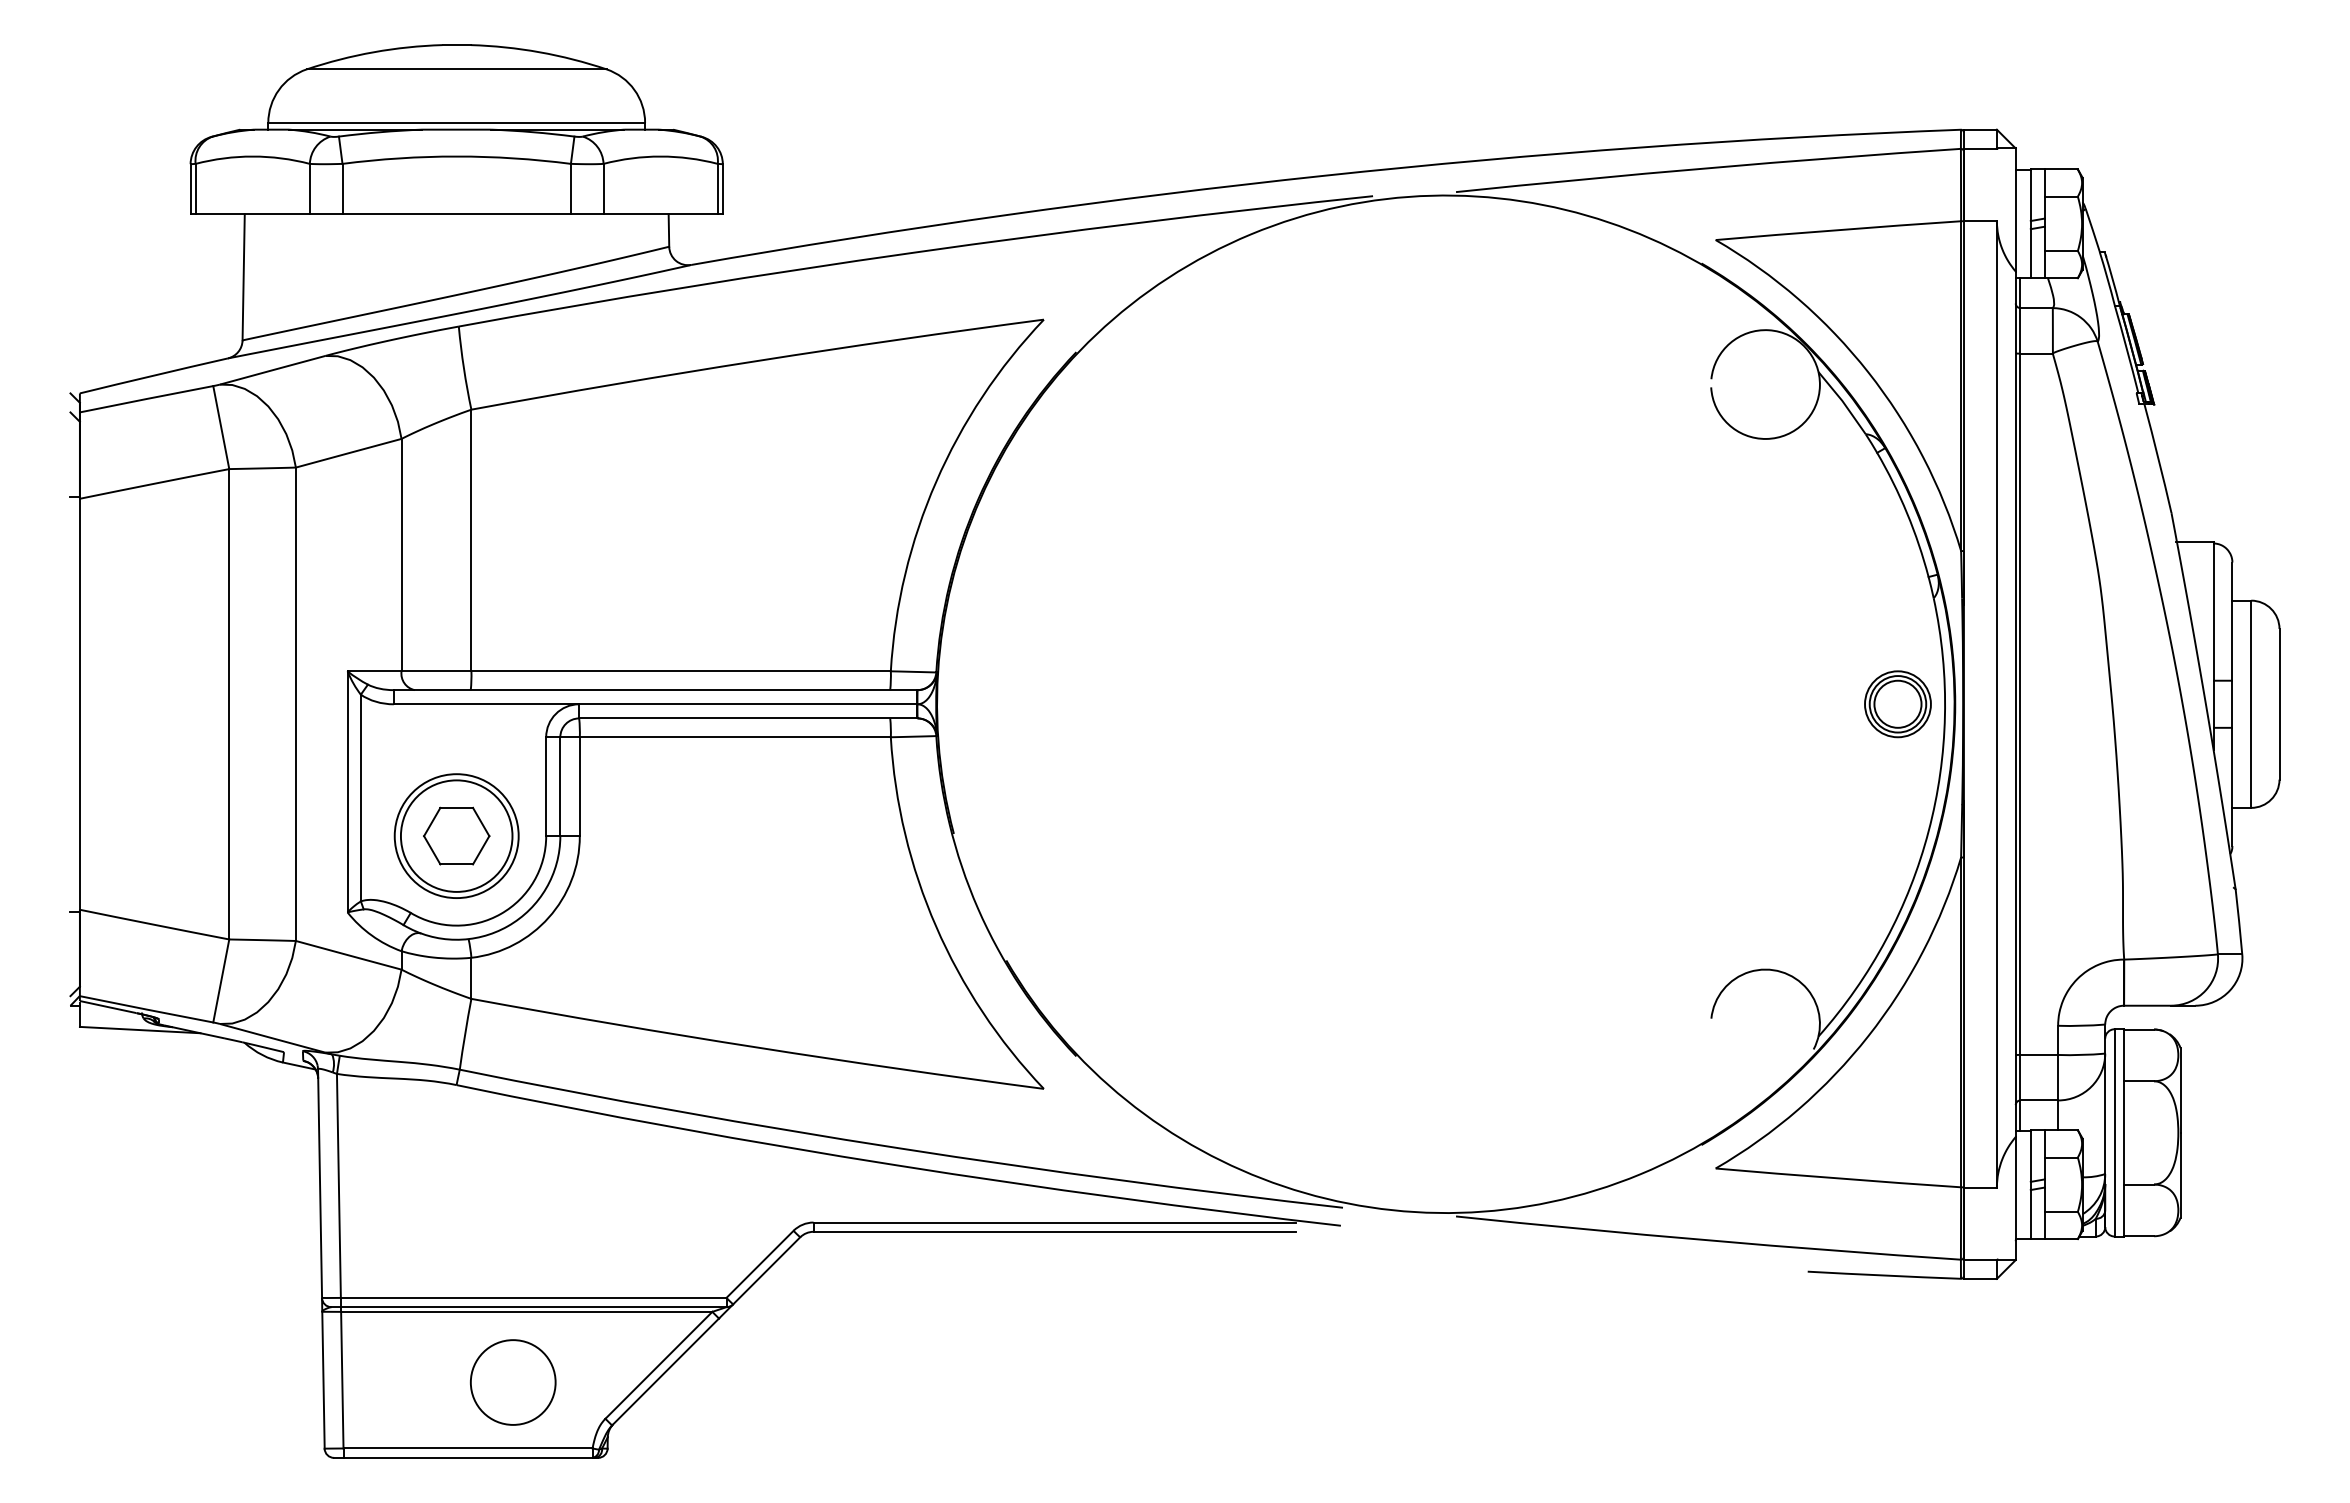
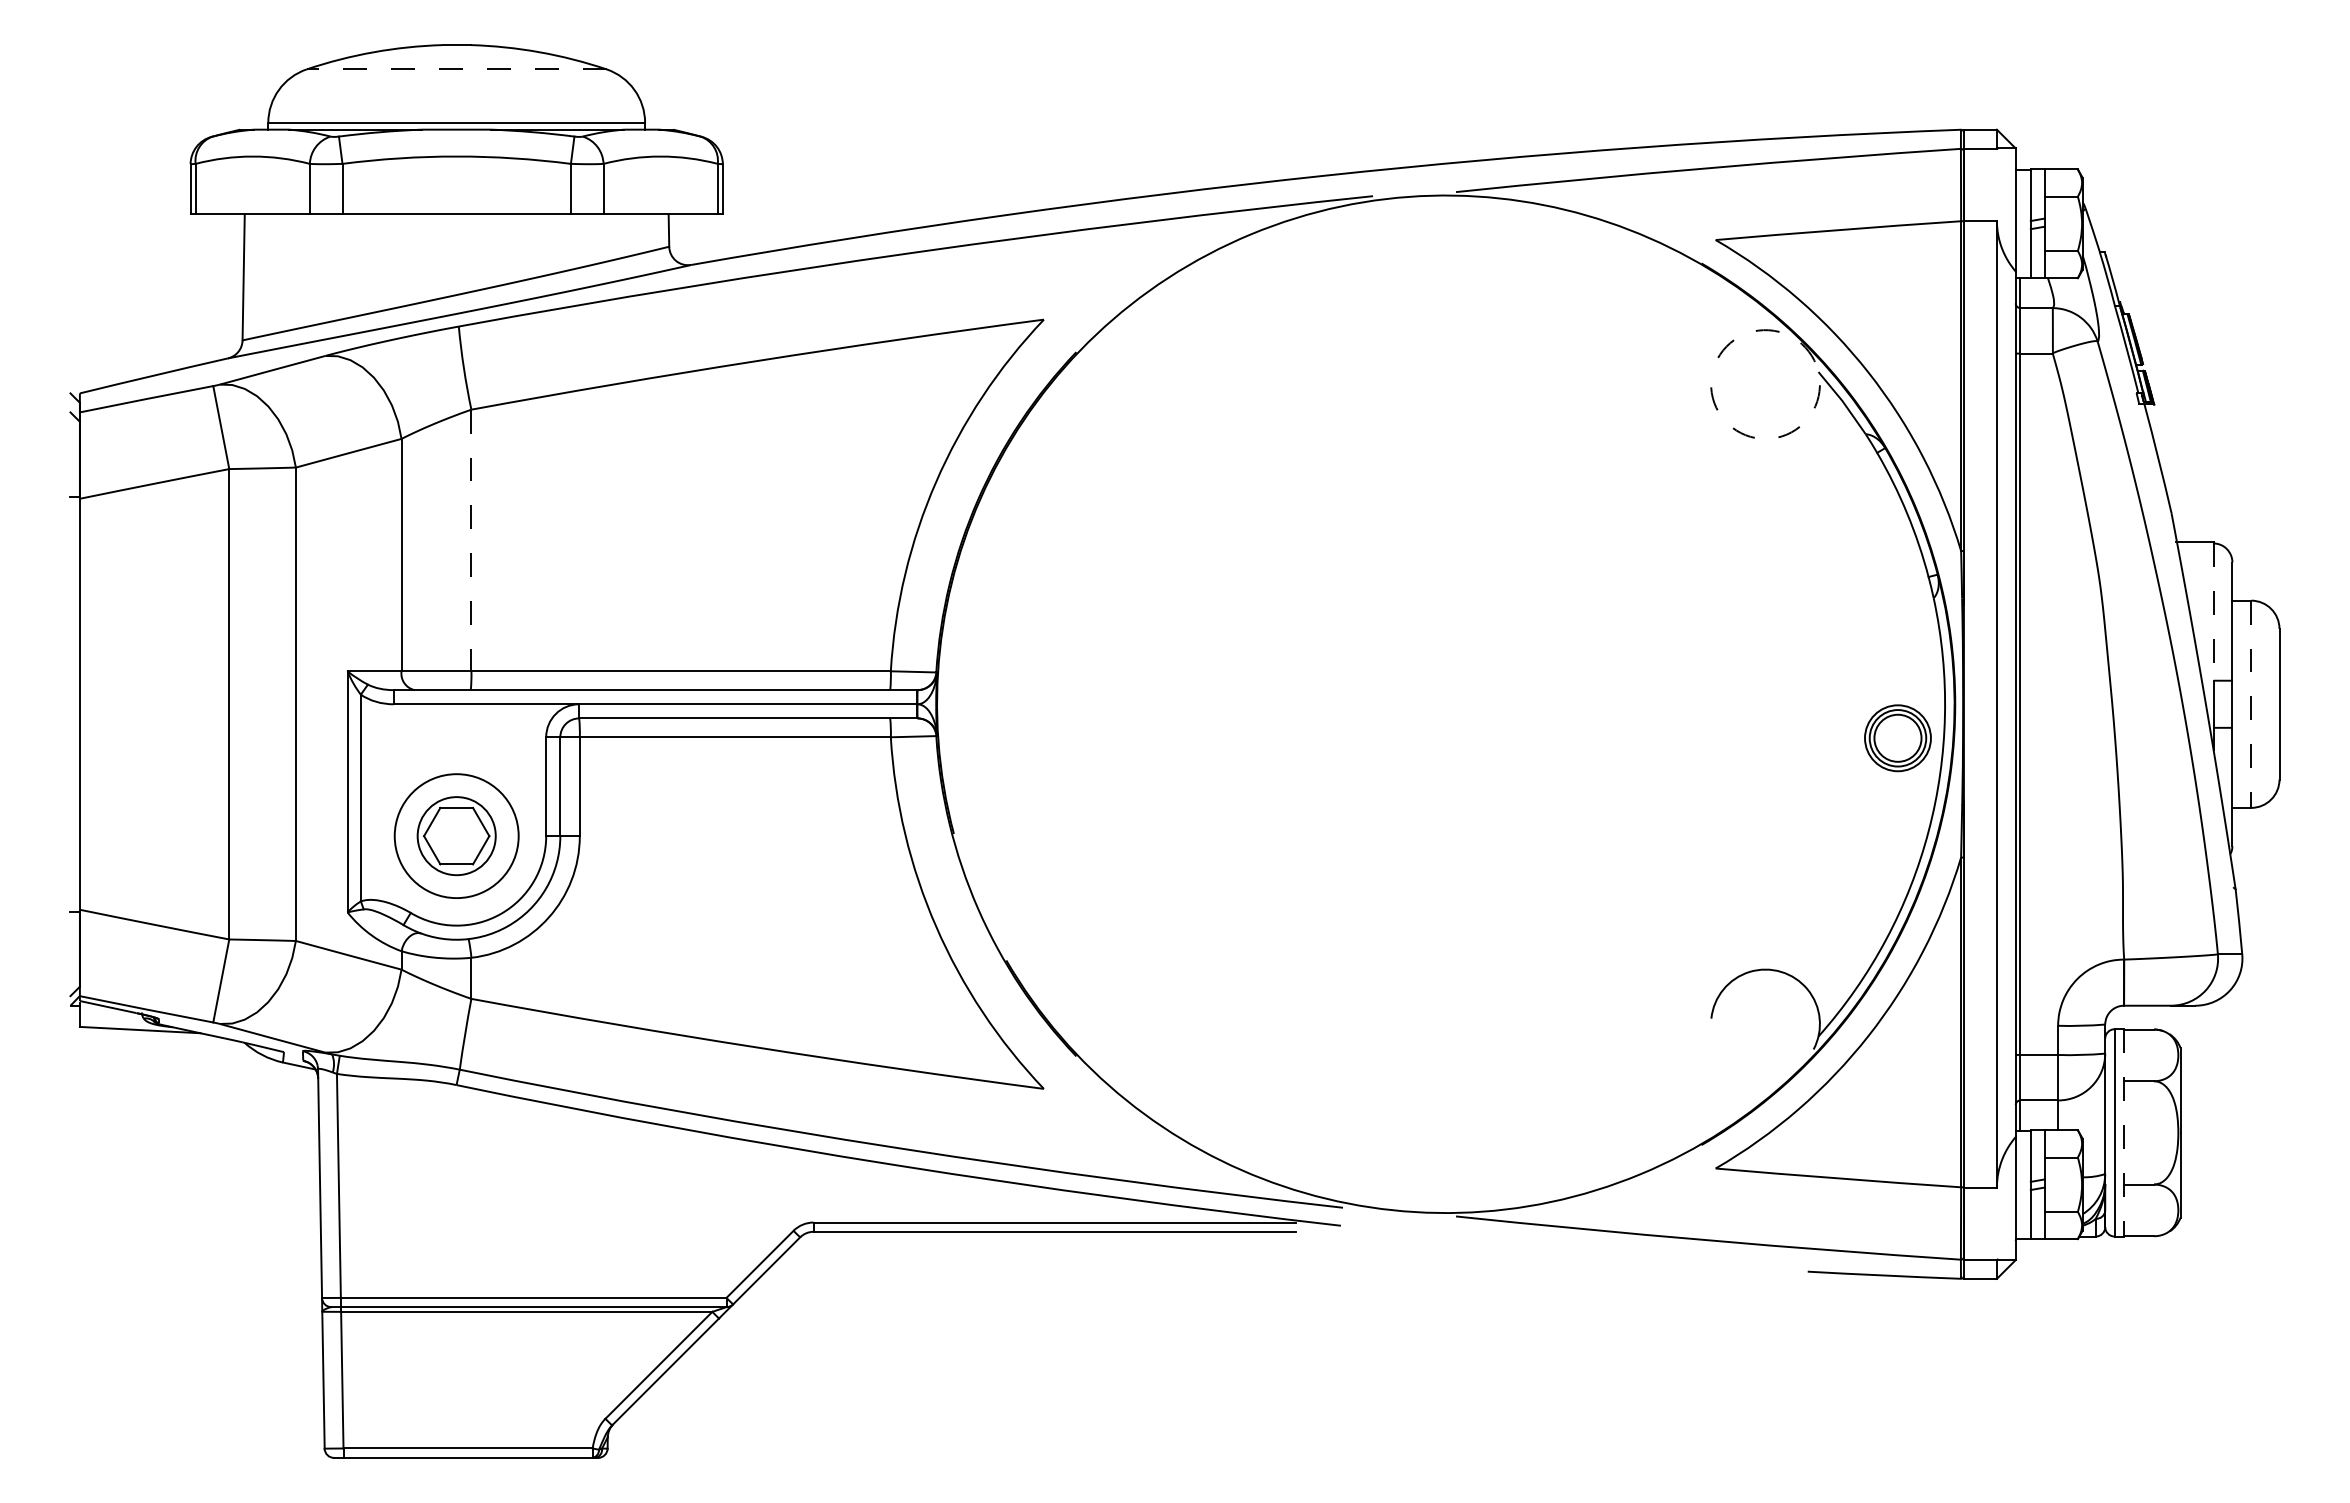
line at (456, 69): solid -> dashed
arc at (1819, 385): solid -> dashed
line at (471, 540): solid -> dashed
line at (2213, 612): solid -> dashed
part at (1897, 704) position: (1897, 704) -> (1897, 738)
line at (2251, 704): solid -> dashed
circle at (456, 835) diameter: 112 px -> 78 px
line at (2124, 1132): solid -> dashed
circle at (513, 1382): present -> none
